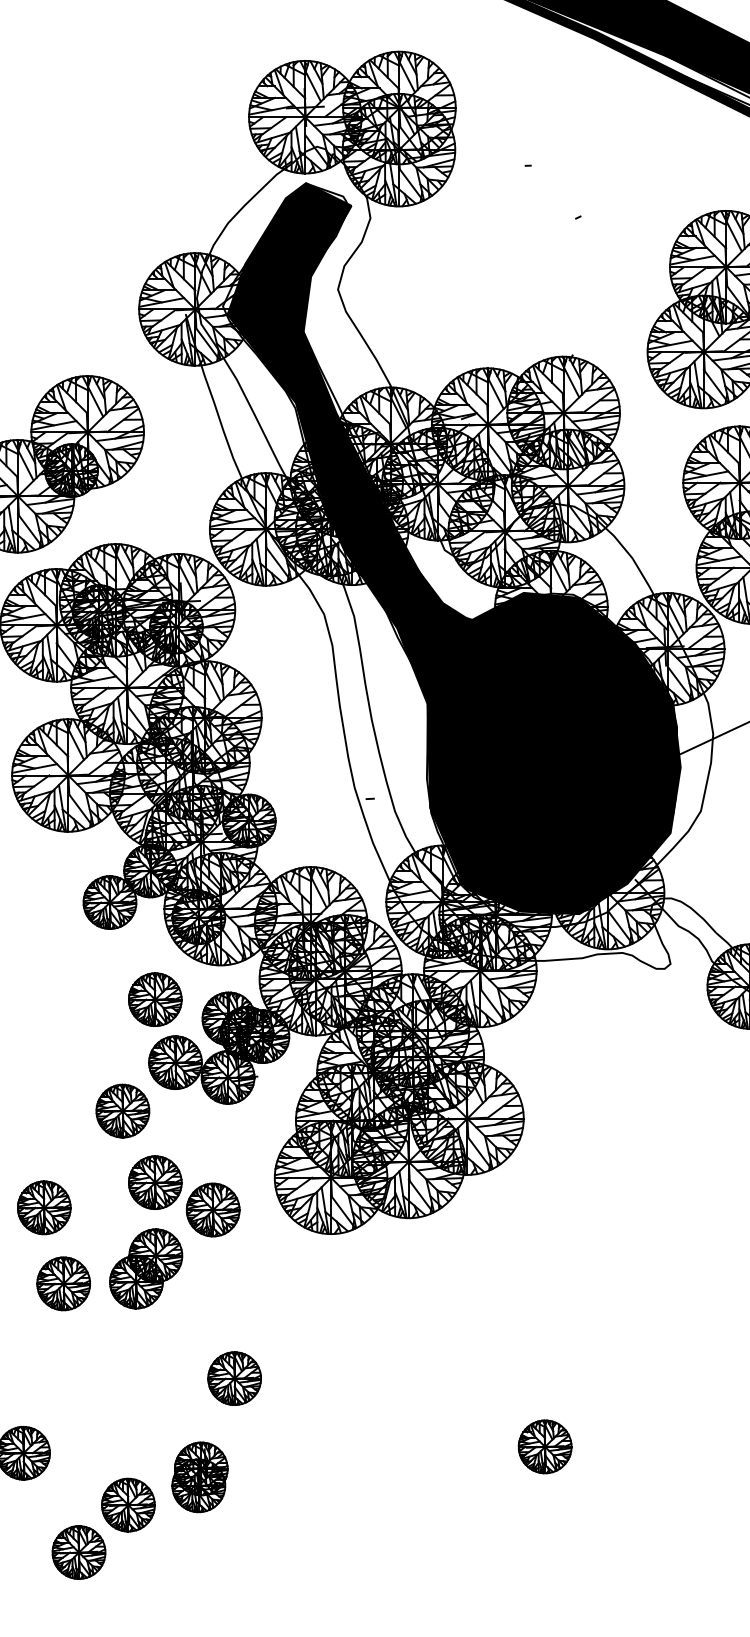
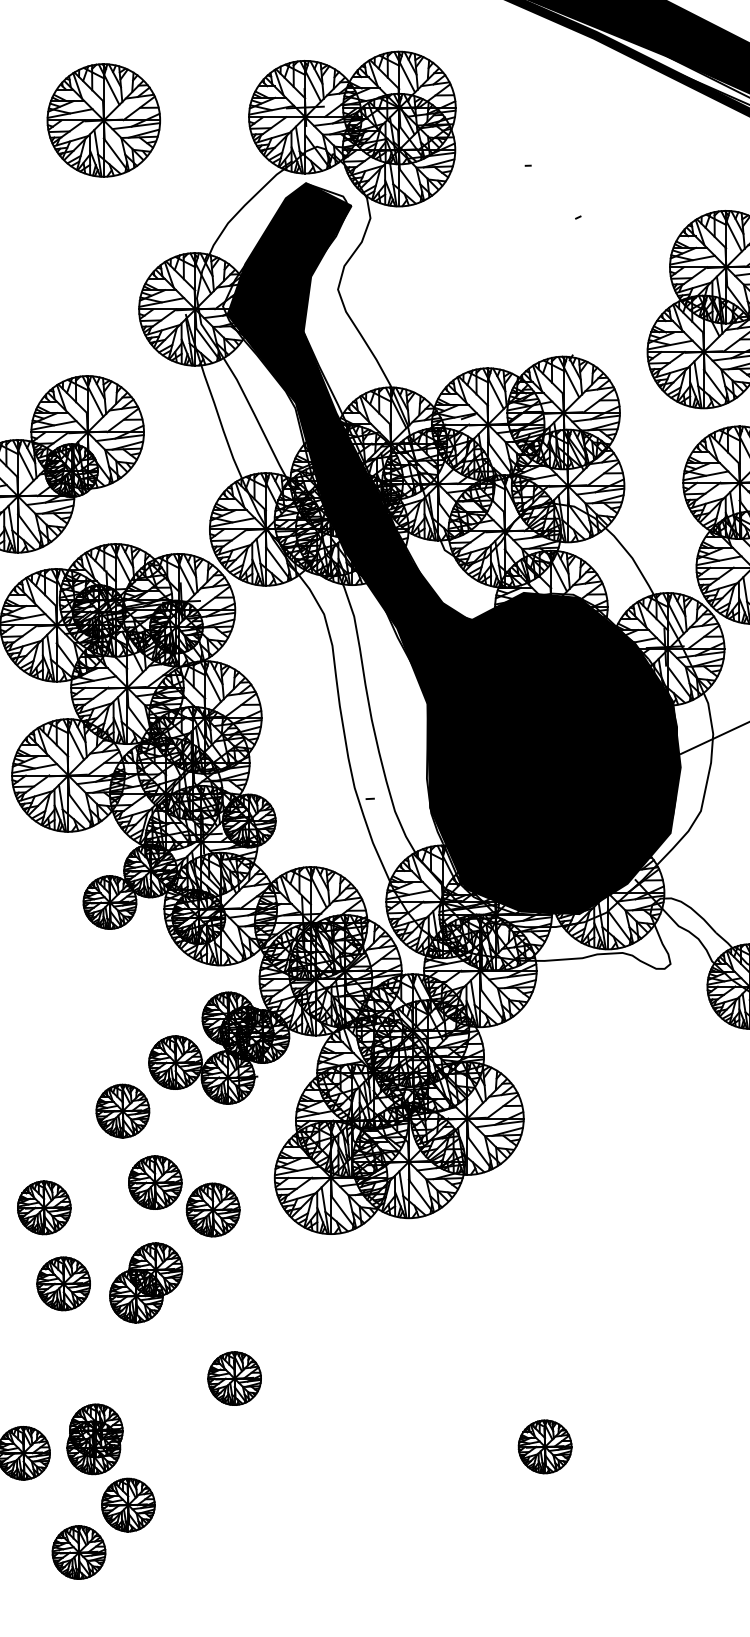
part at (103, 120): none -> present
part at (155, 999): present -> none
part at (146, 1268) position: (146, 1268) -> (146, 1282)
part at (199, 1477) position: (199, 1477) -> (94, 1439)
